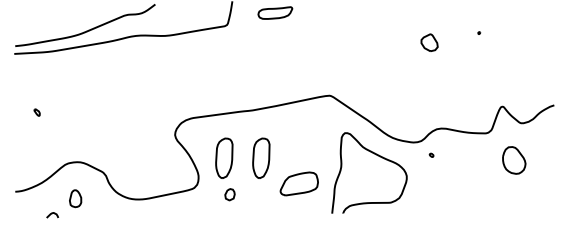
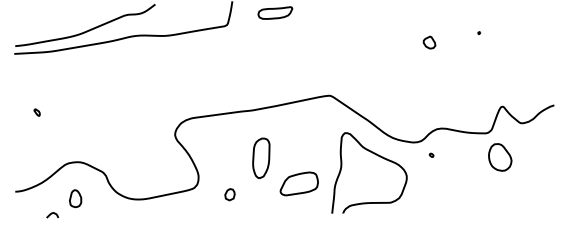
part at (429, 42) size: 19x19 px -> 15x15 px
part at (224, 157): present -> none
part at (514, 160) position: (514, 160) -> (500, 157)
